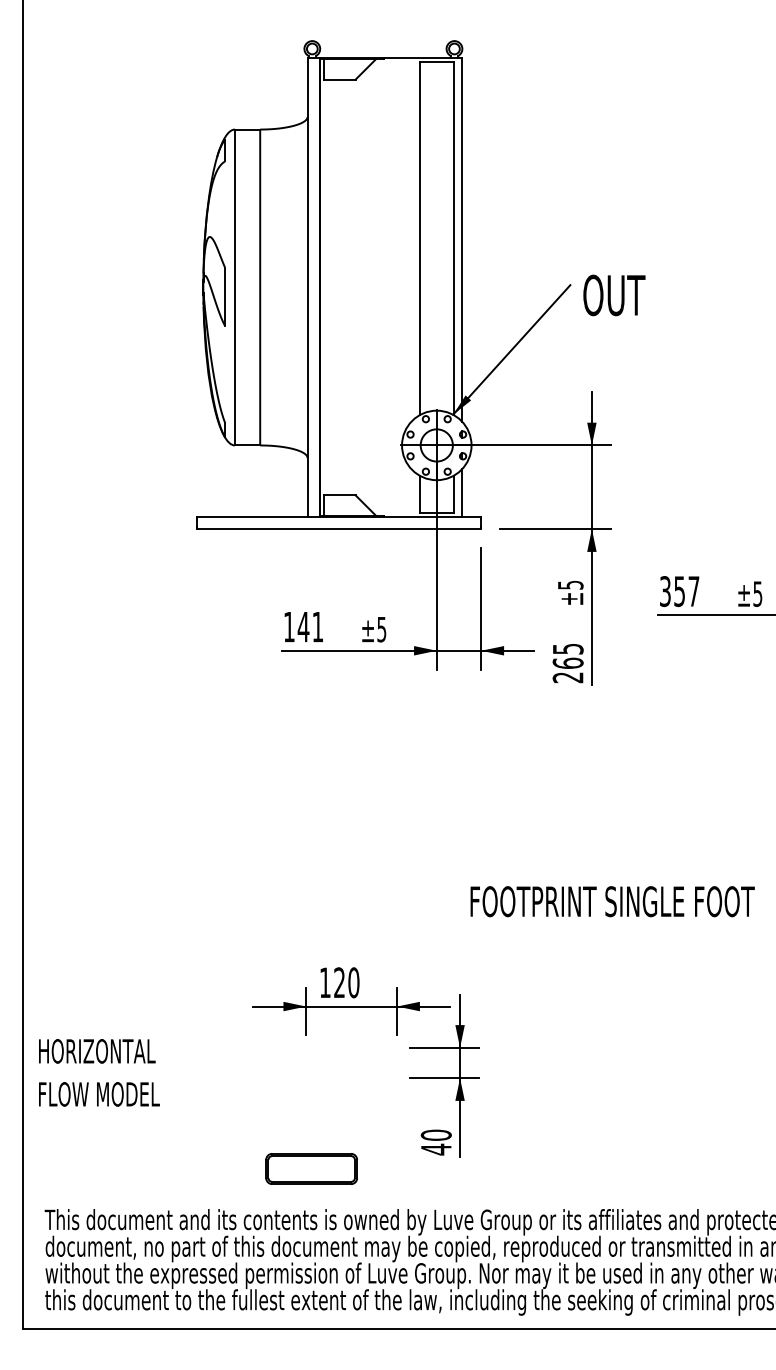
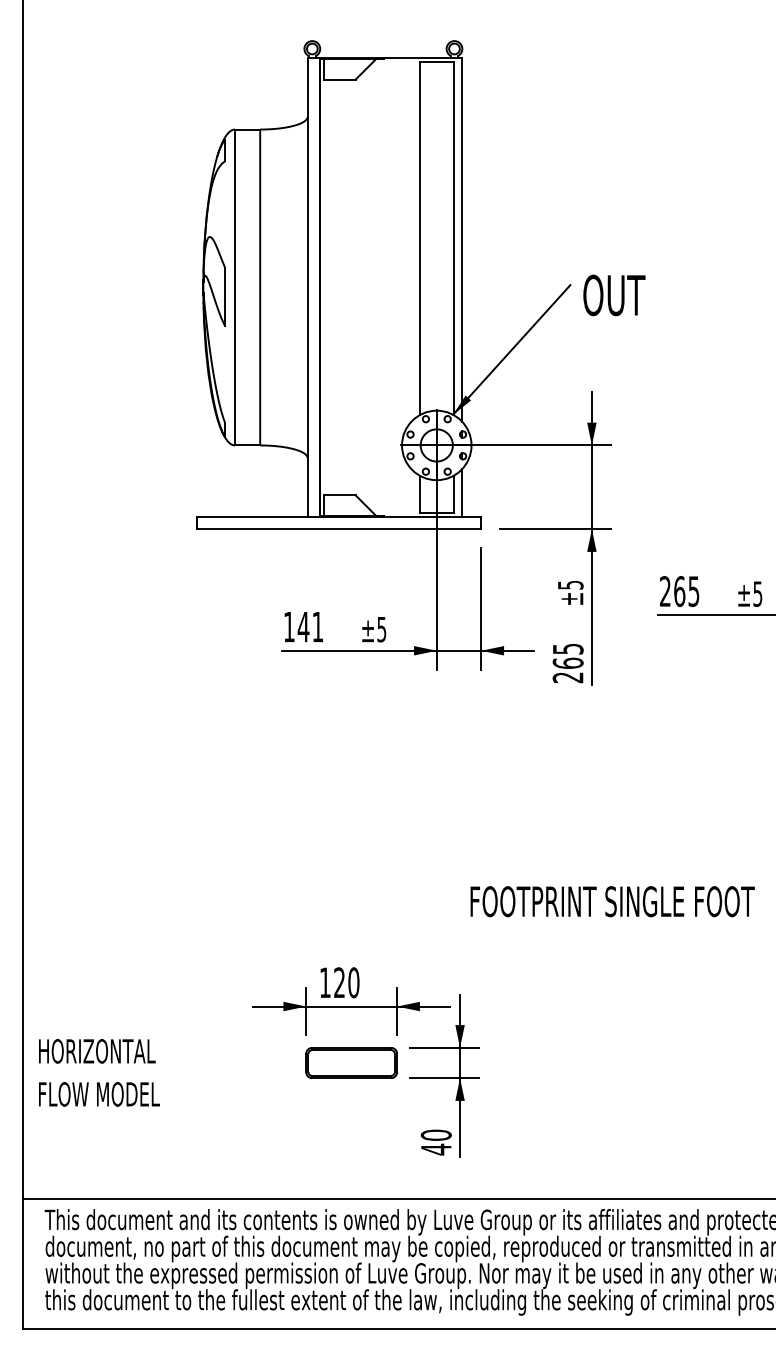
text at (679, 591): 357 -> 265
part at (311, 1168) position: (311, 1168) -> (351, 1062)
line at (397, 1198): none -> present
